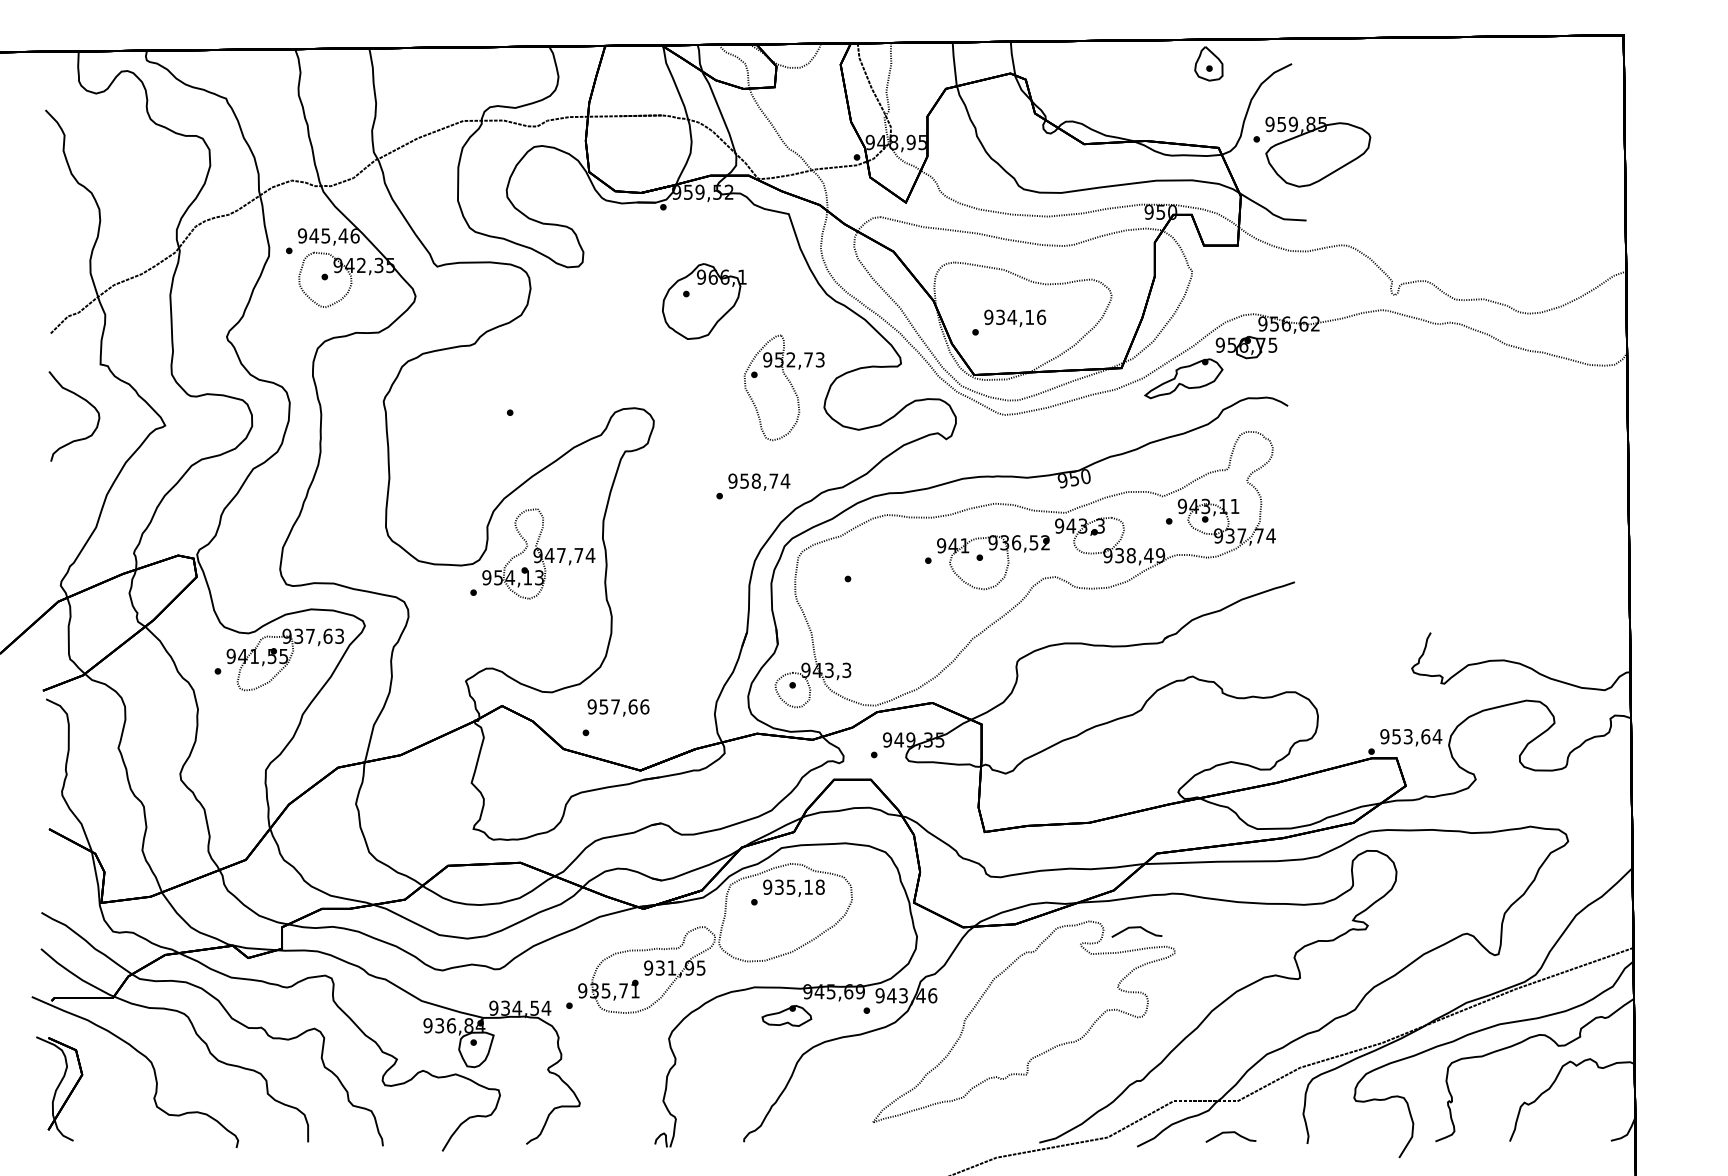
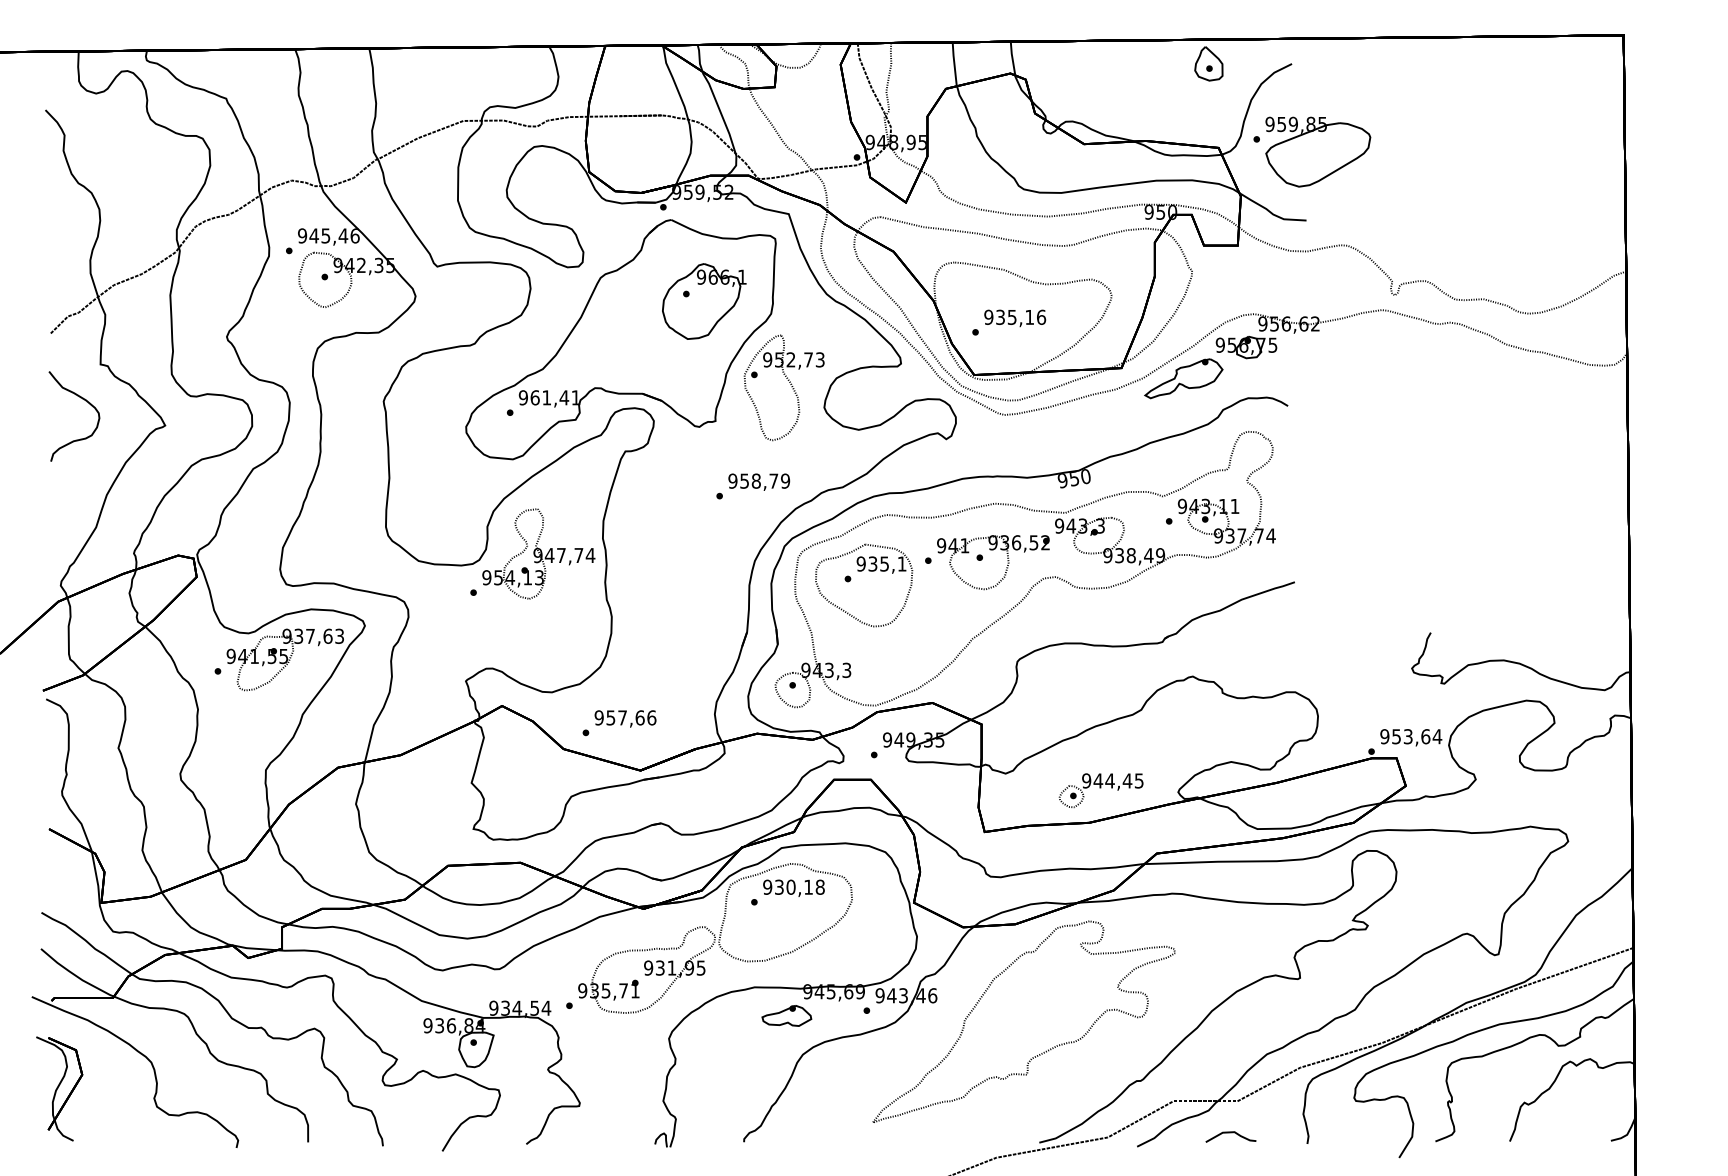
text at (1012, 317): 934,16 -> 935,16
part at (620, 339): none -> present
text at (785, 480): 958,74 -> 958,79
part at (862, 571): none -> present
text at (618, 707) position: (618, 707) -> (625, 718)
part at (1100, 790): none -> present
text at (790, 886): 935,18 -> 930,18
curve at (1136, 928): present -> none
